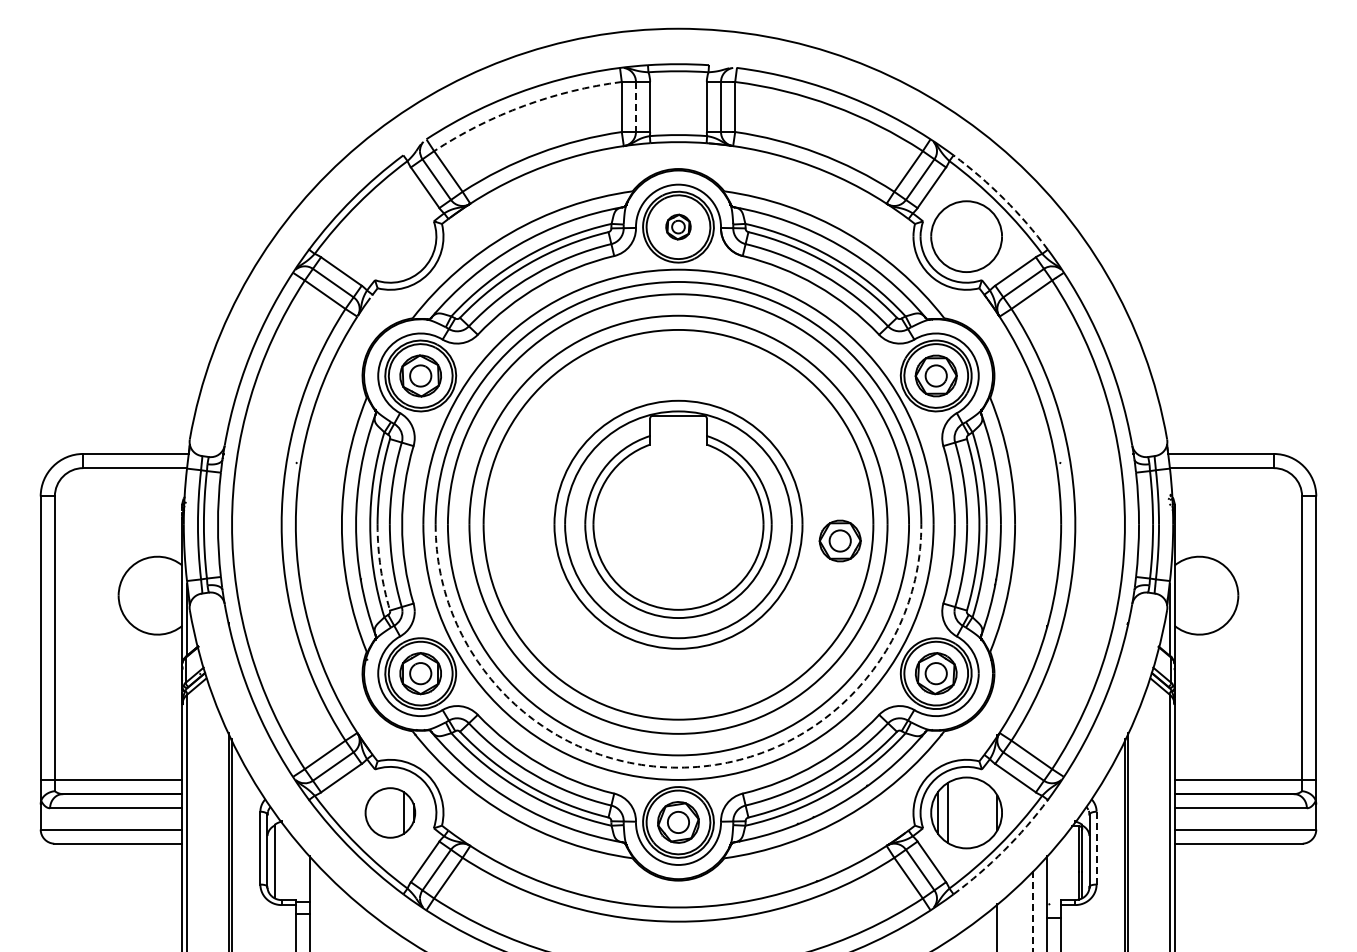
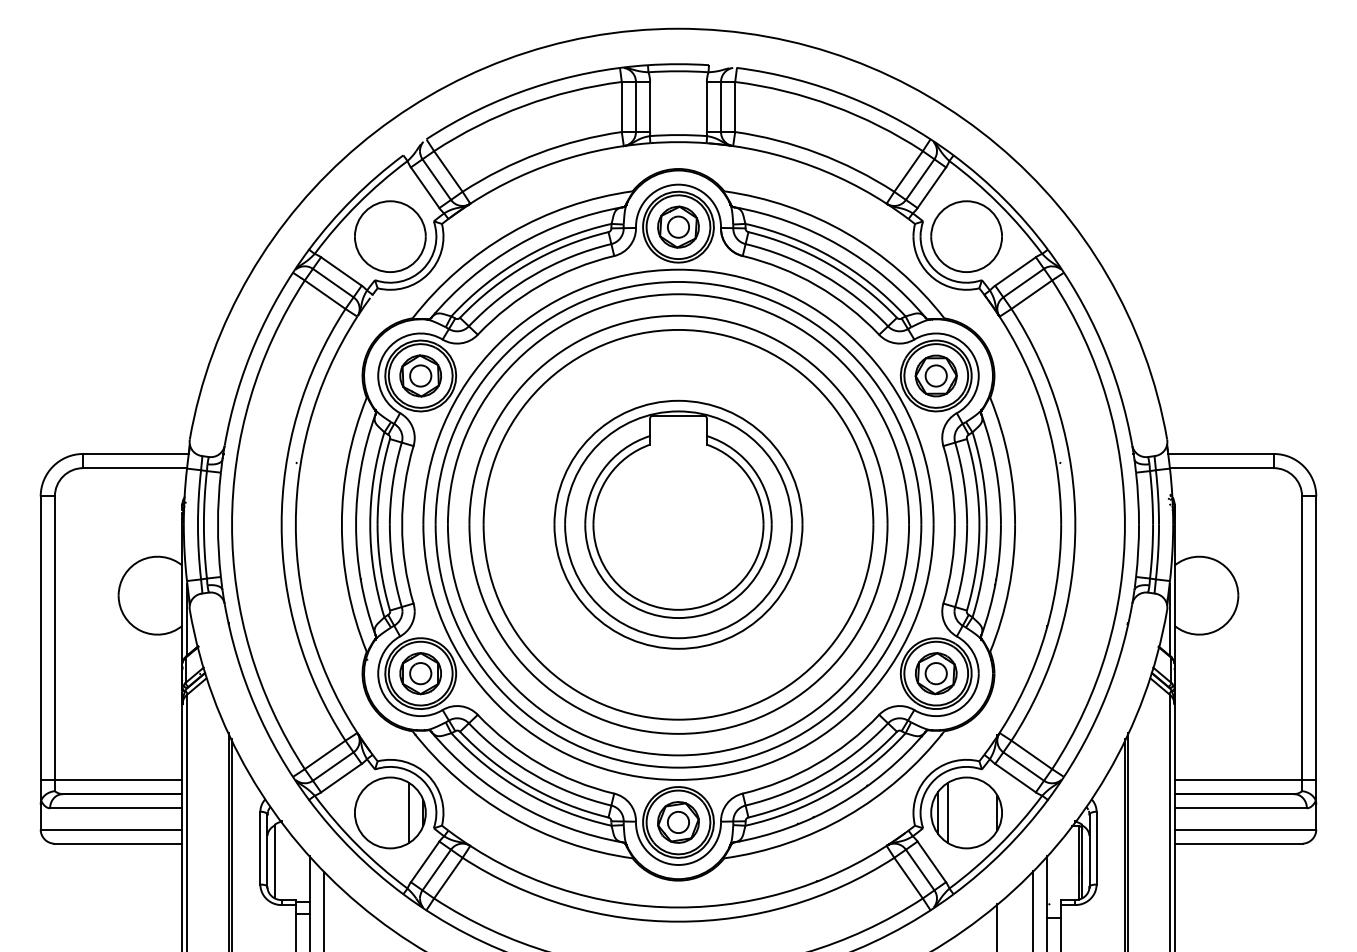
arc at (524, 105): dashed -> solid
line at (635, 107): dashed -> solid
arc at (1004, 199): dashed -> solid
part at (678, 226) size: 27x28 px -> 43x44 px
part at (390, 236): none -> present
part at (839, 540): present -> none
arc at (380, 568): dashed -> solid
arc at (678, 767): dashed -> solid
part at (390, 812) size: 53x52 px -> 73x74 px
line at (1096, 848): dashed -> solid
arc at (1004, 850): dashed -> solid
line at (324, 909): none -> present
line at (1033, 911): dashed -> solid
